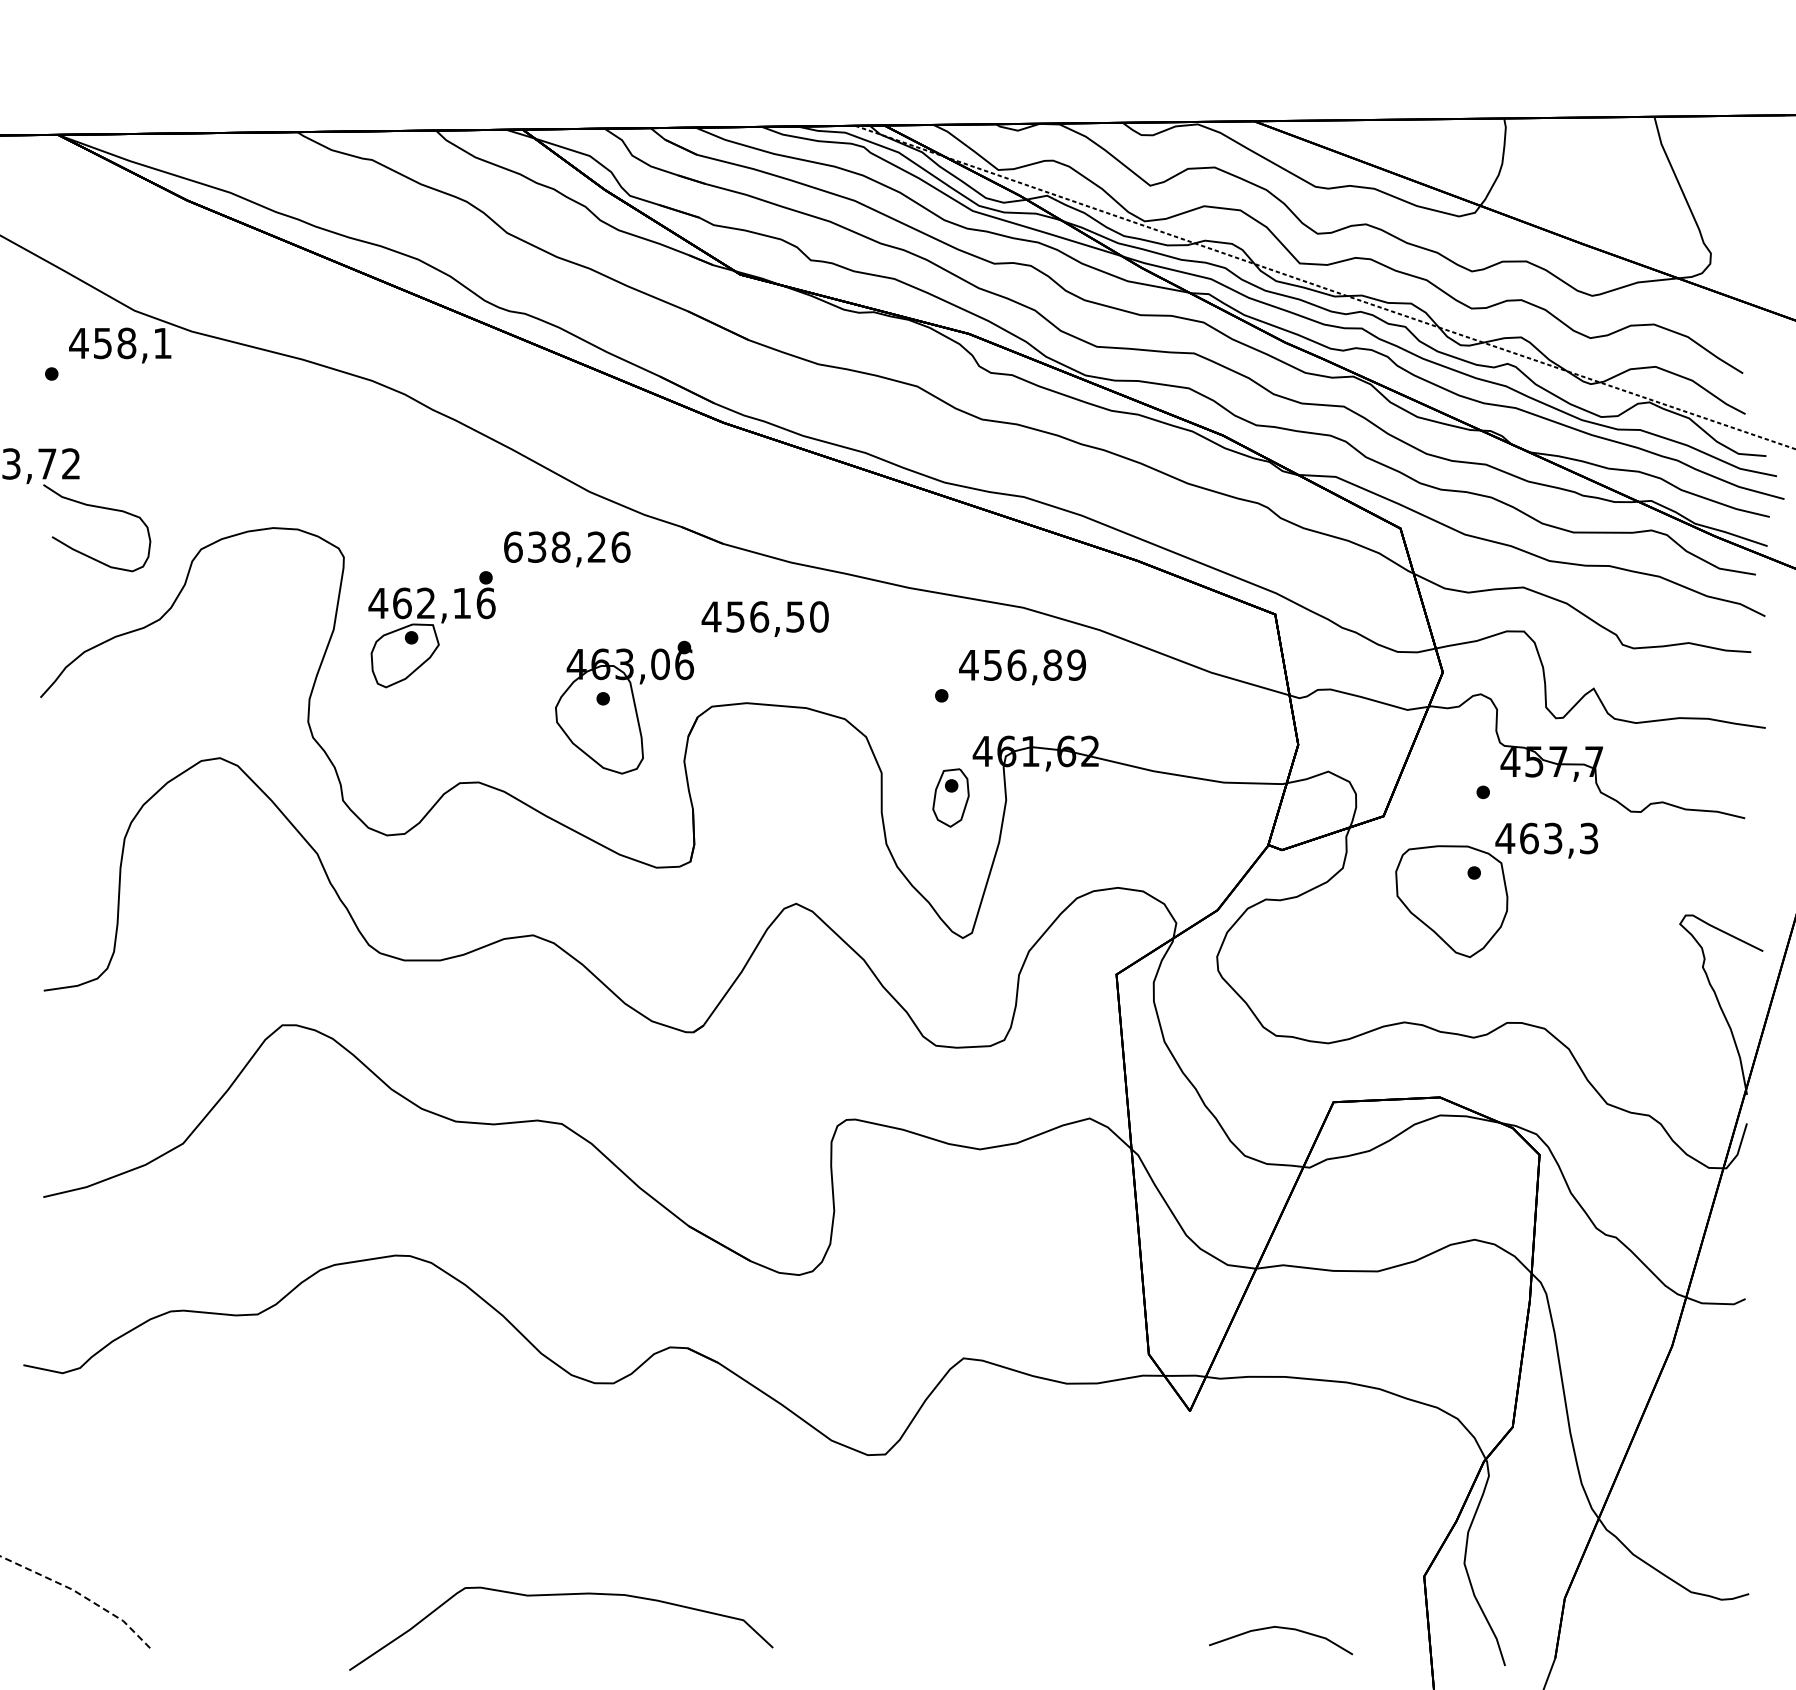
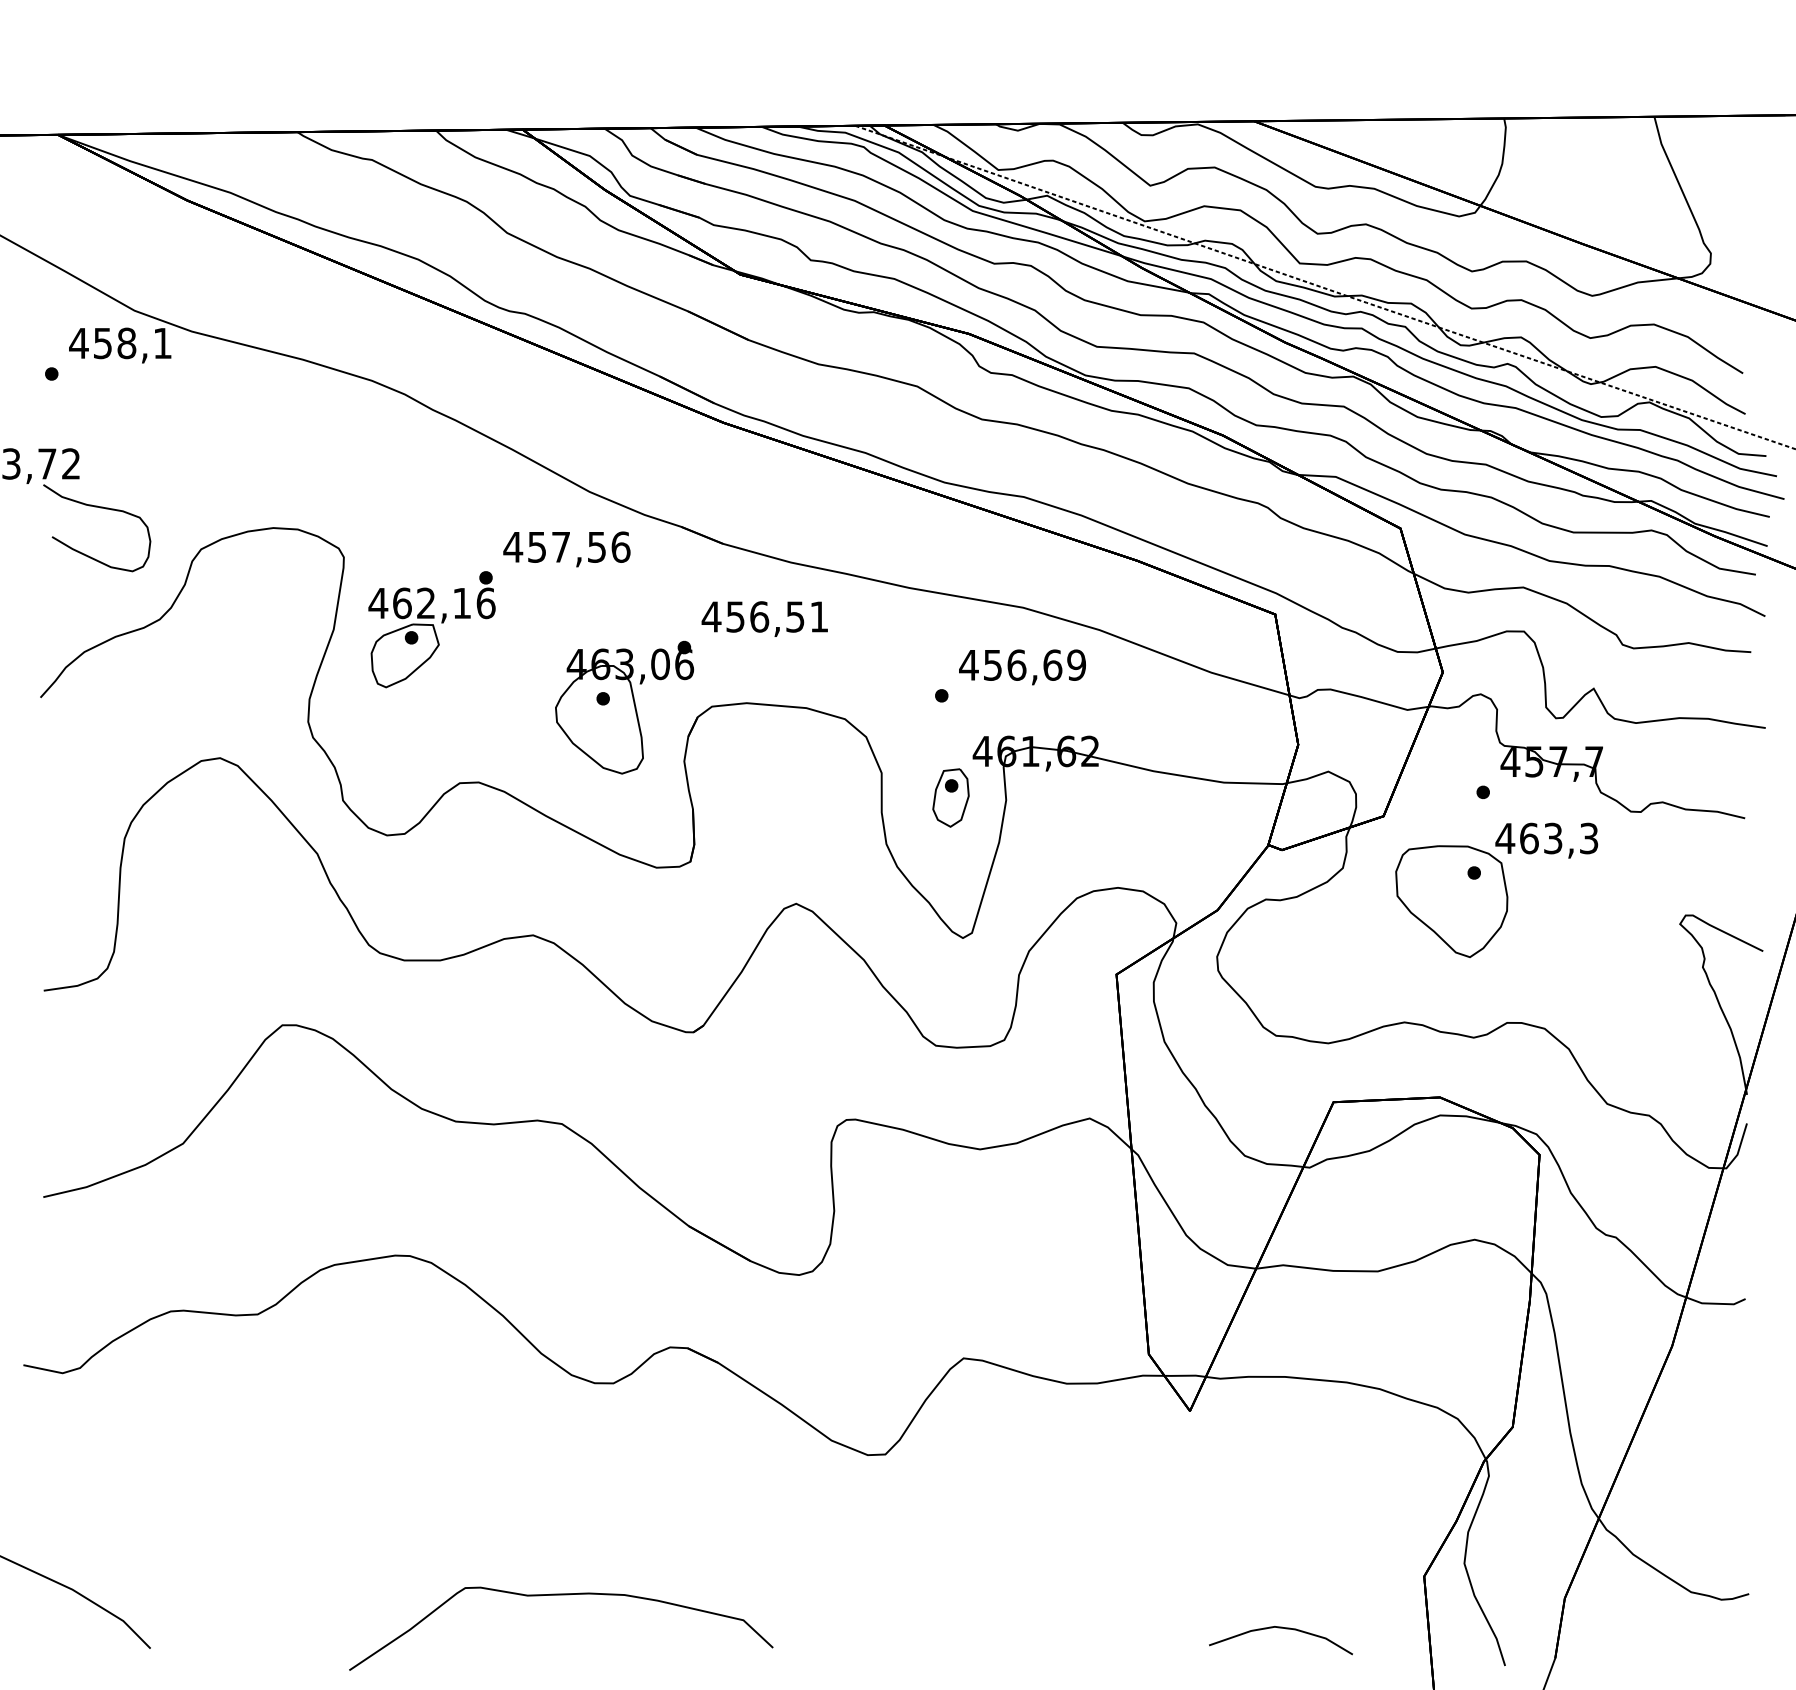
text at (554, 546): 638,26 -> 457,56
text at (819, 616): 456,50 -> 456,51
text at (1052, 664): 456,89 -> 456,69
line at (80, 1594): dashed -> solid
